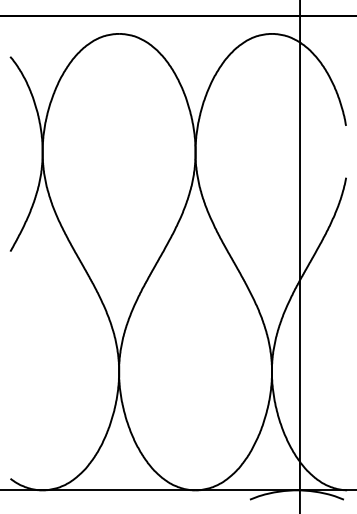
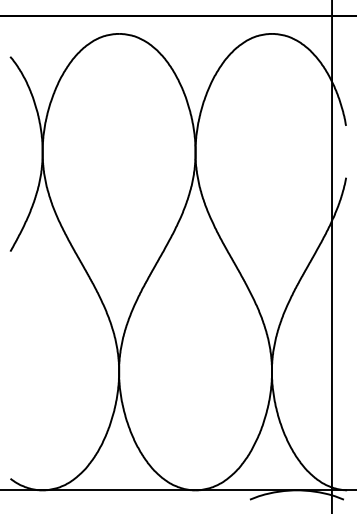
line at (299, 256) position: (299, 256) -> (331, 256)
